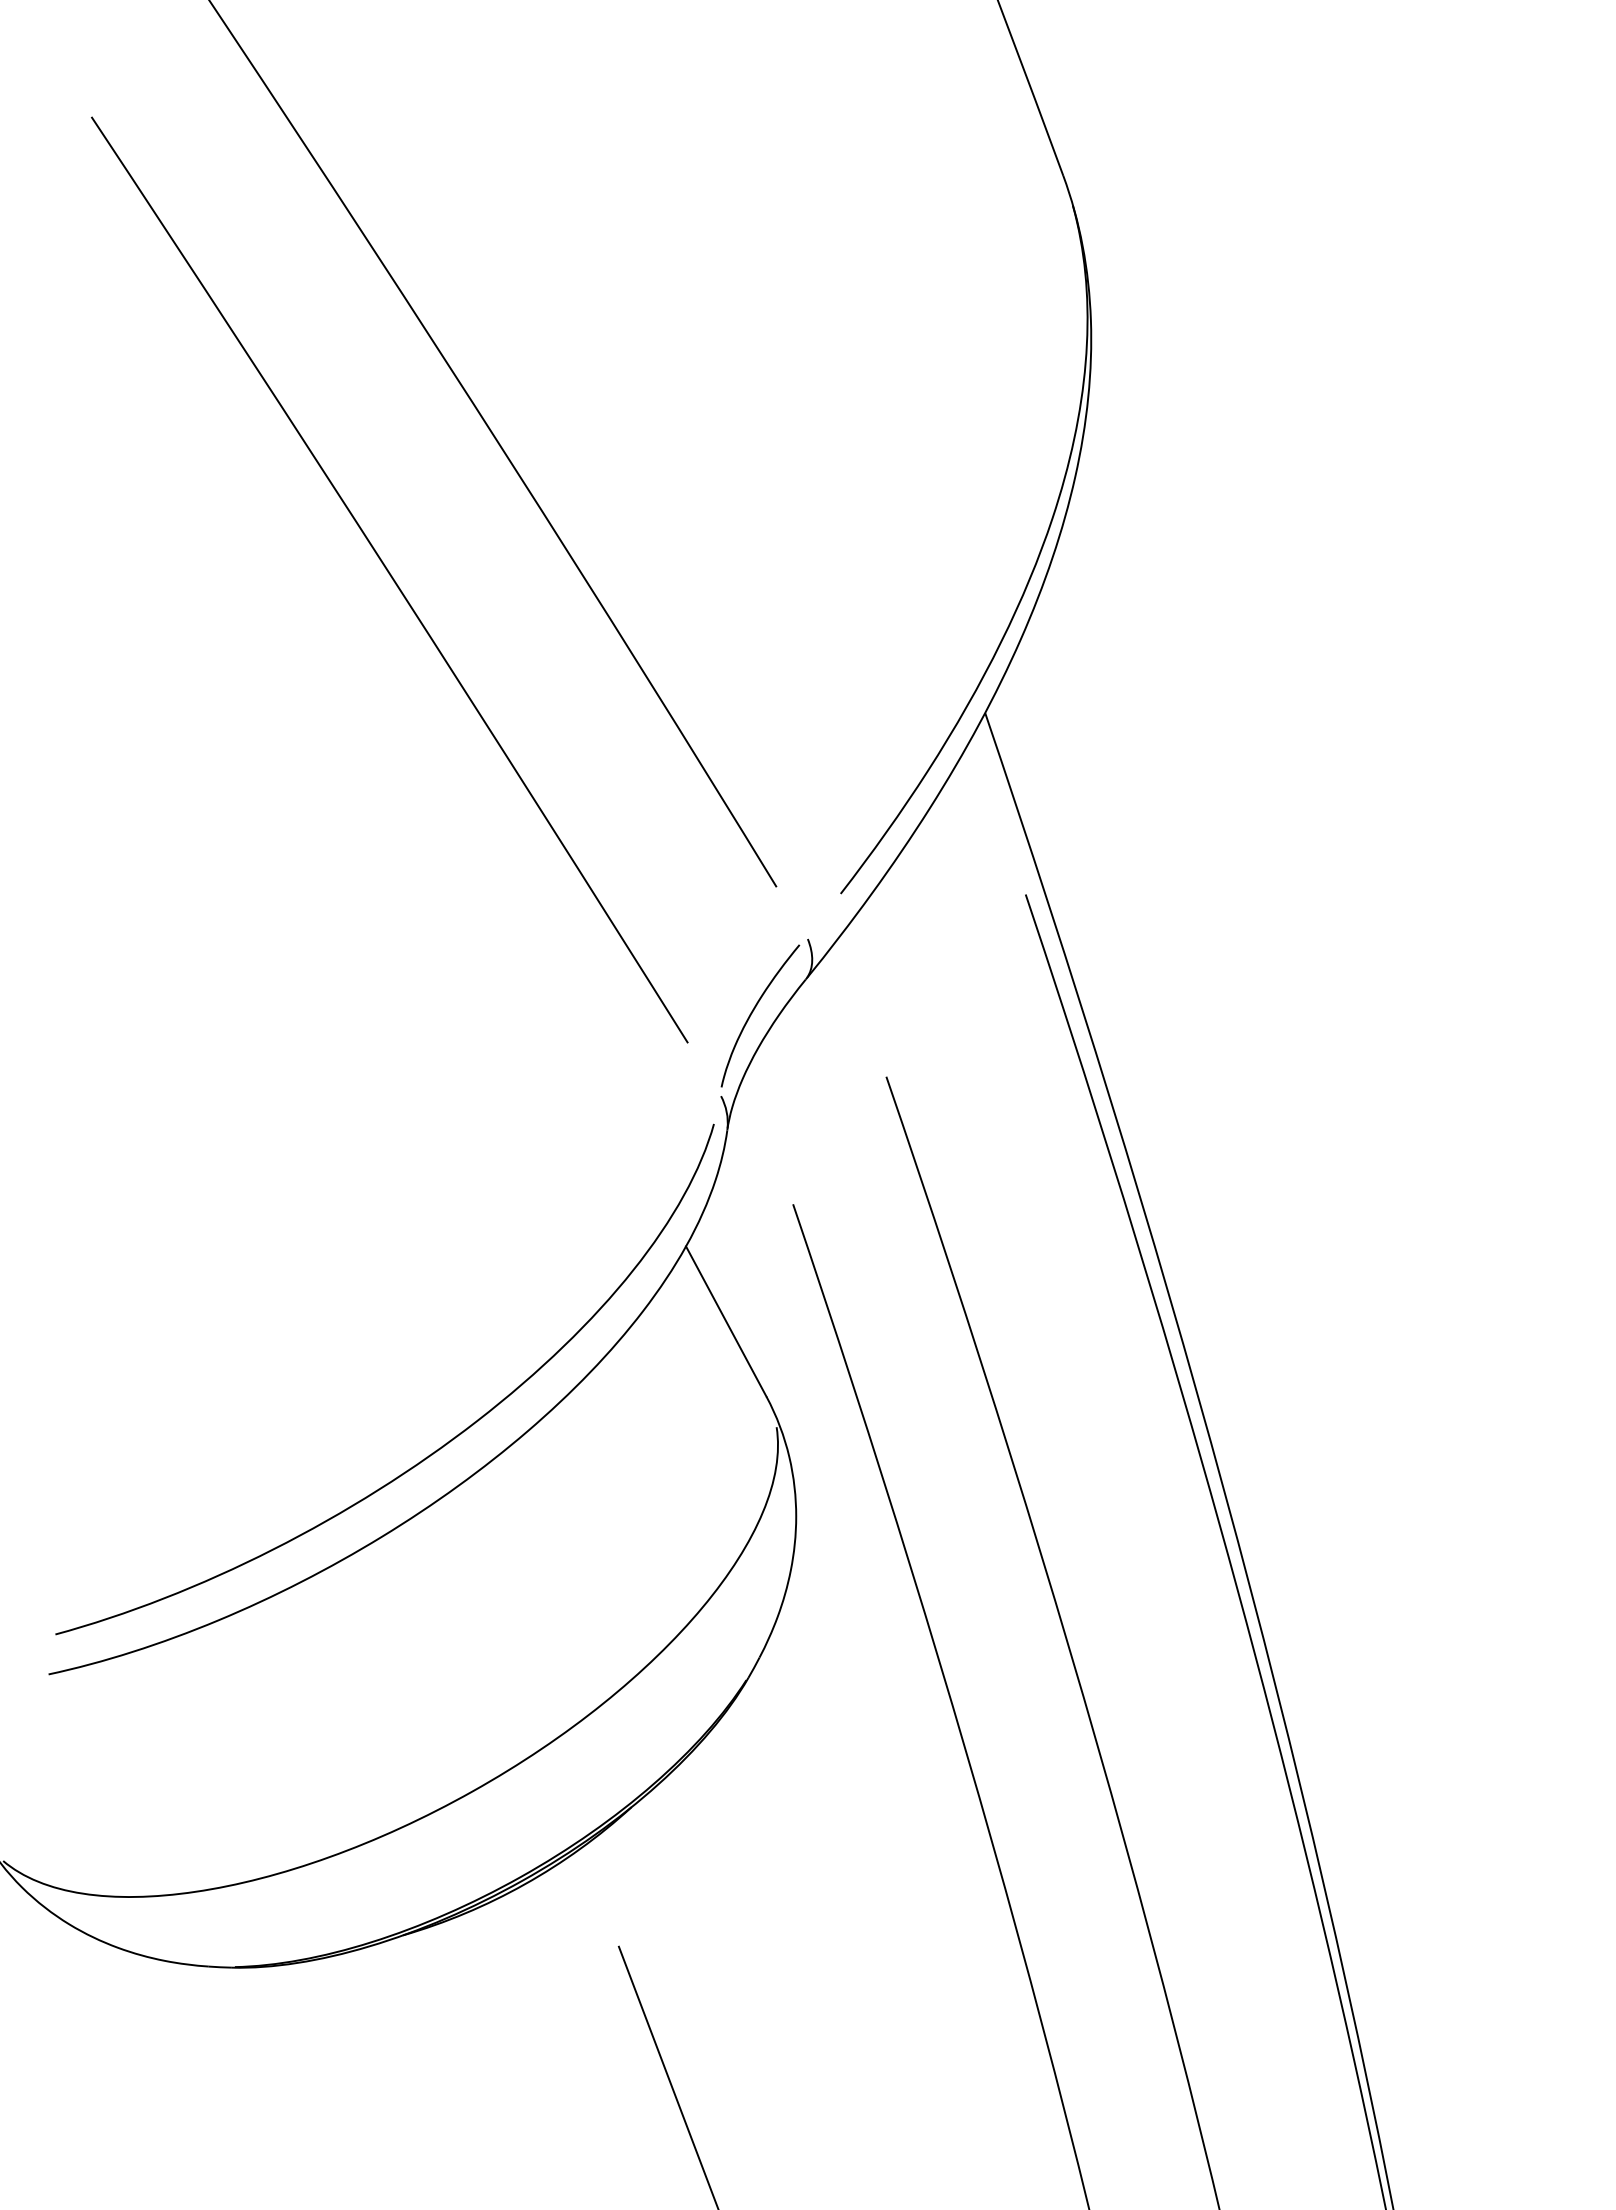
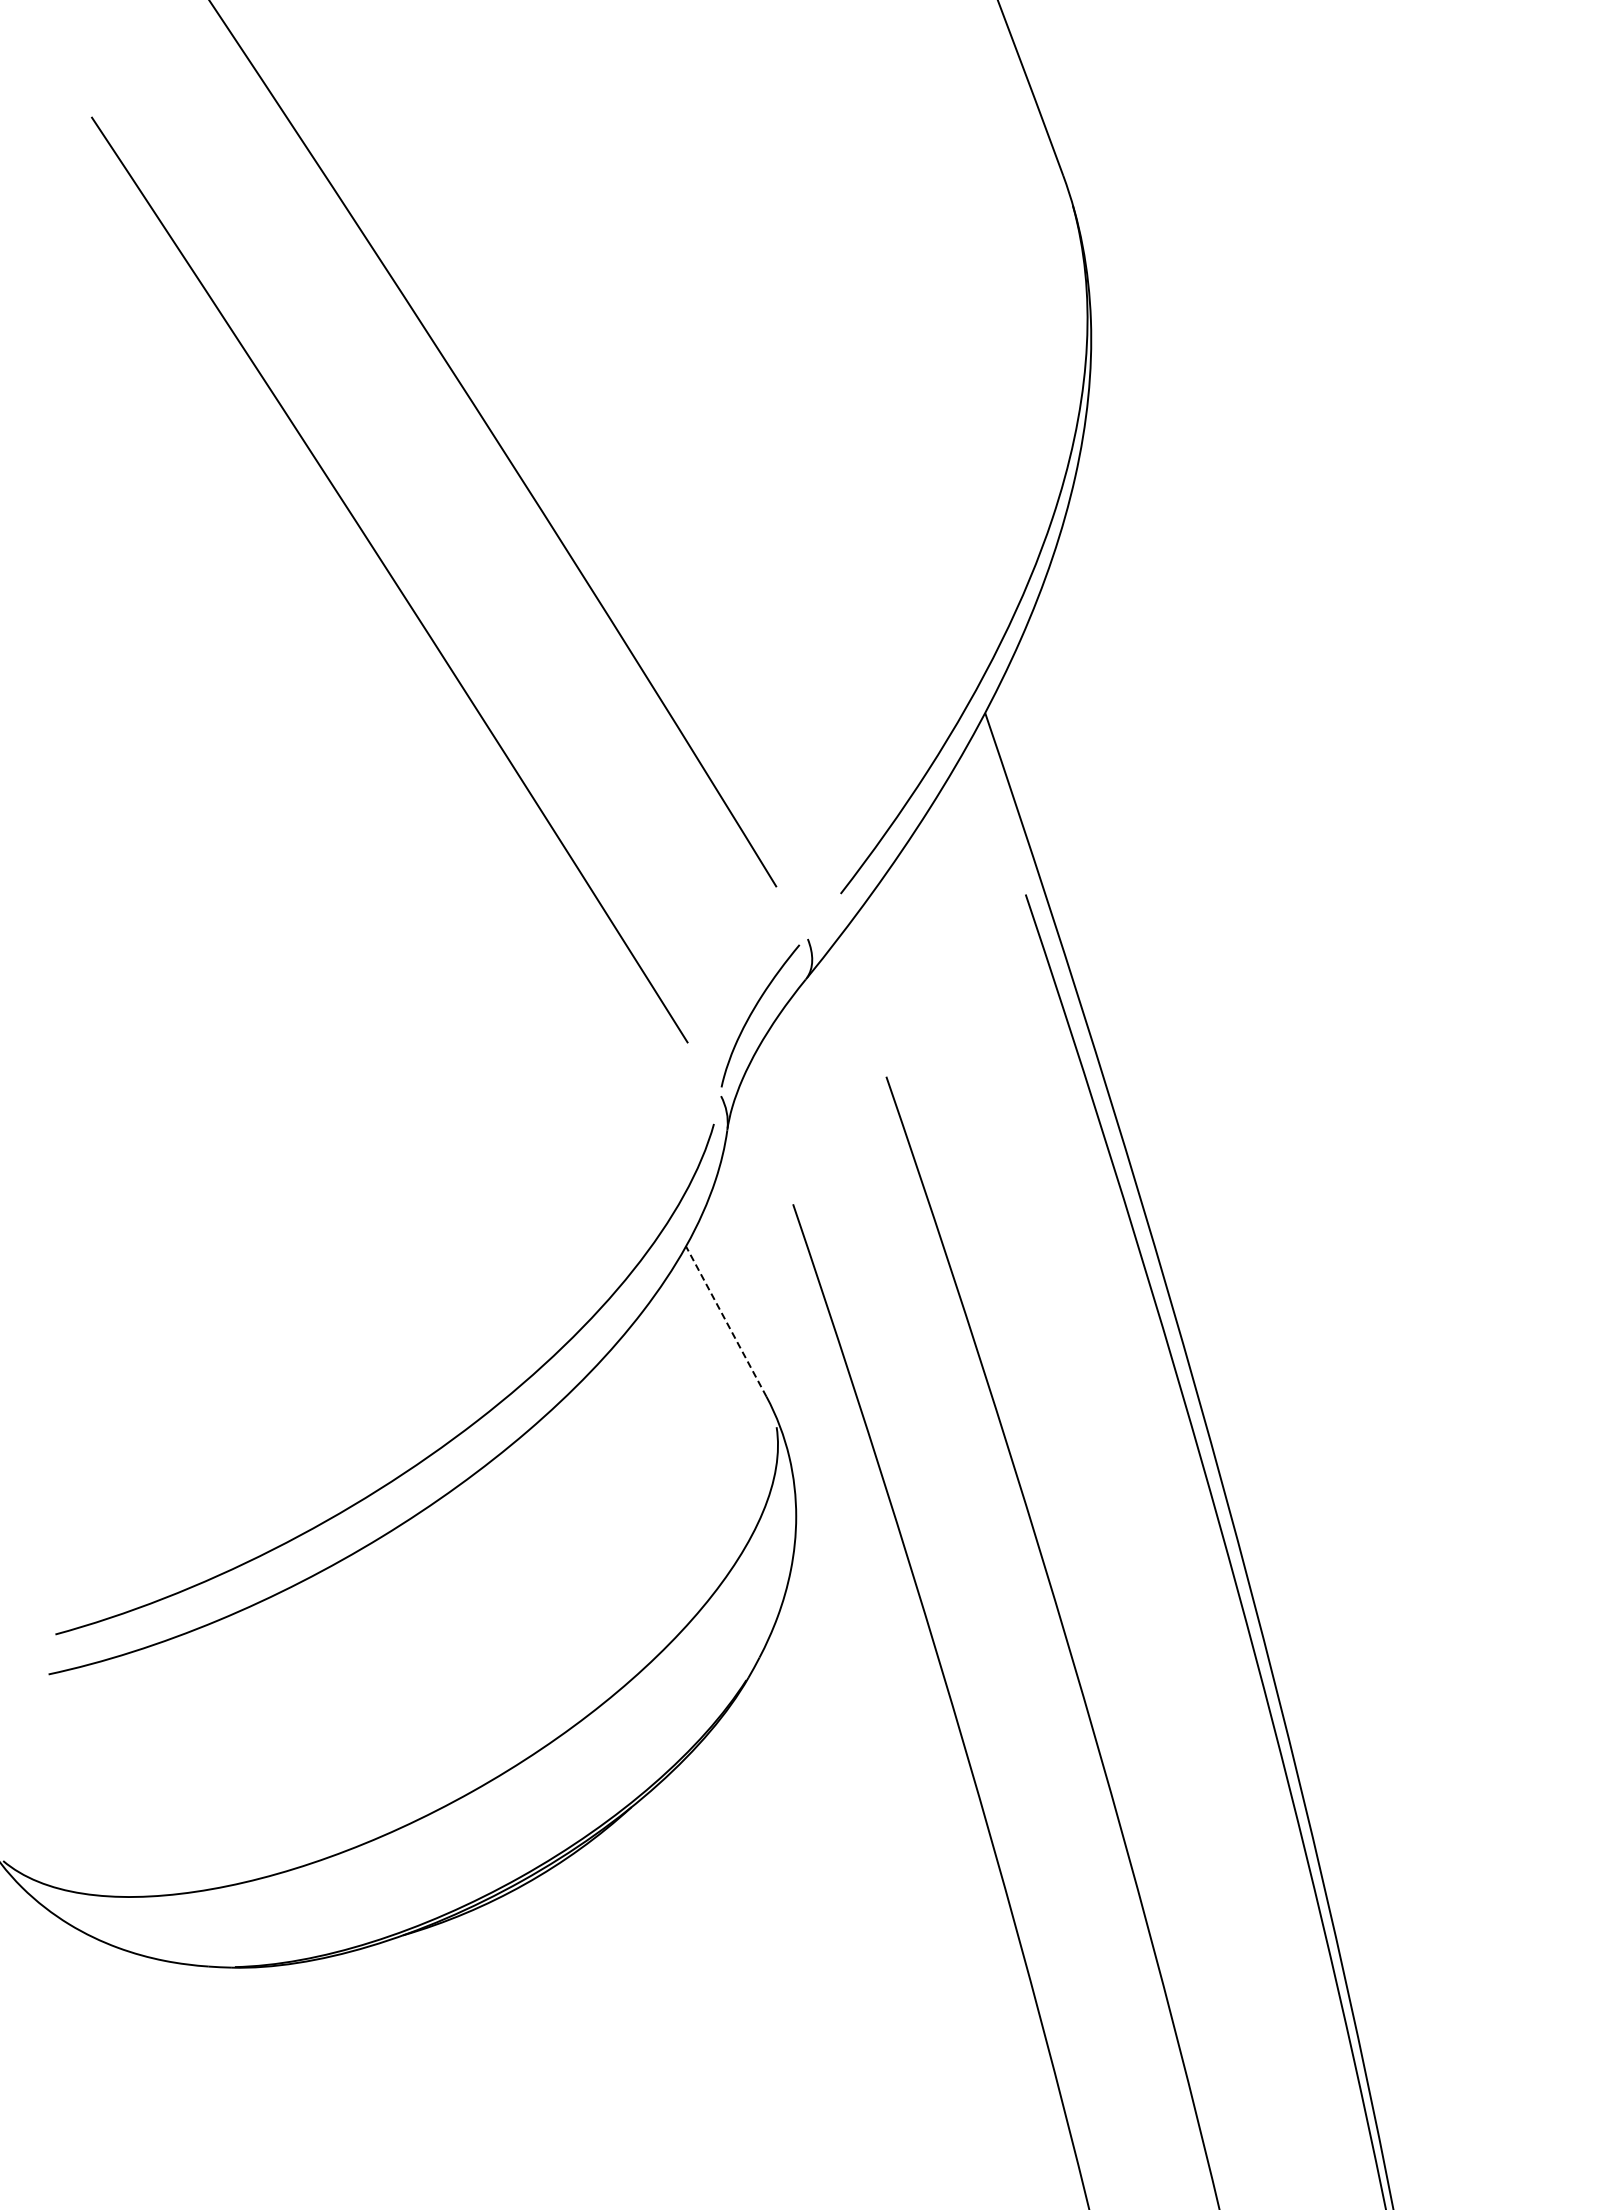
line at (726, 1321): solid -> dashed
line at (667, 2076): present -> none
